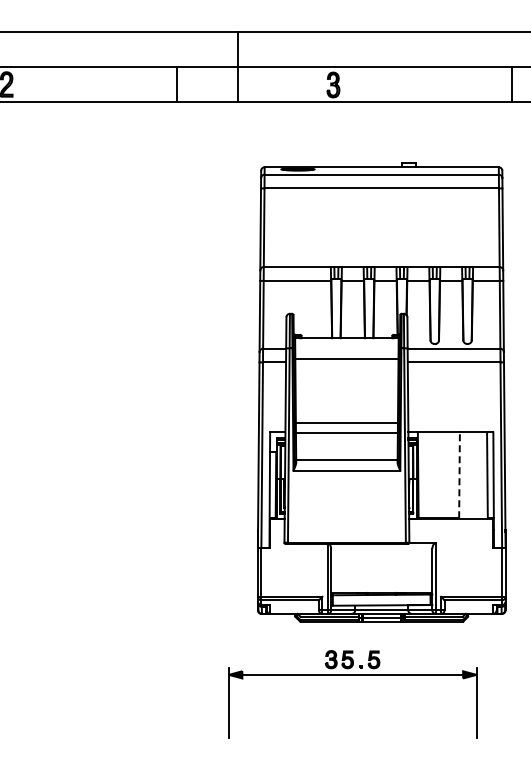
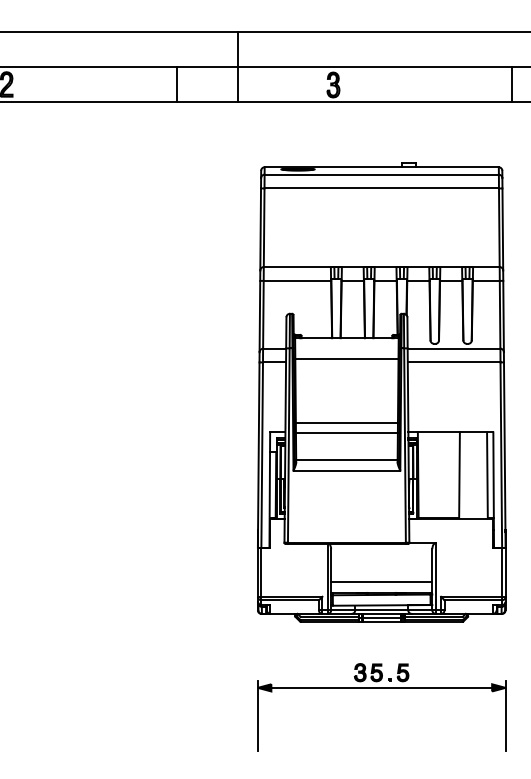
line at (459, 475): dashed -> solid
line at (381, 582): none -> present
part at (352, 675) position: (352, 675) -> (381, 688)
